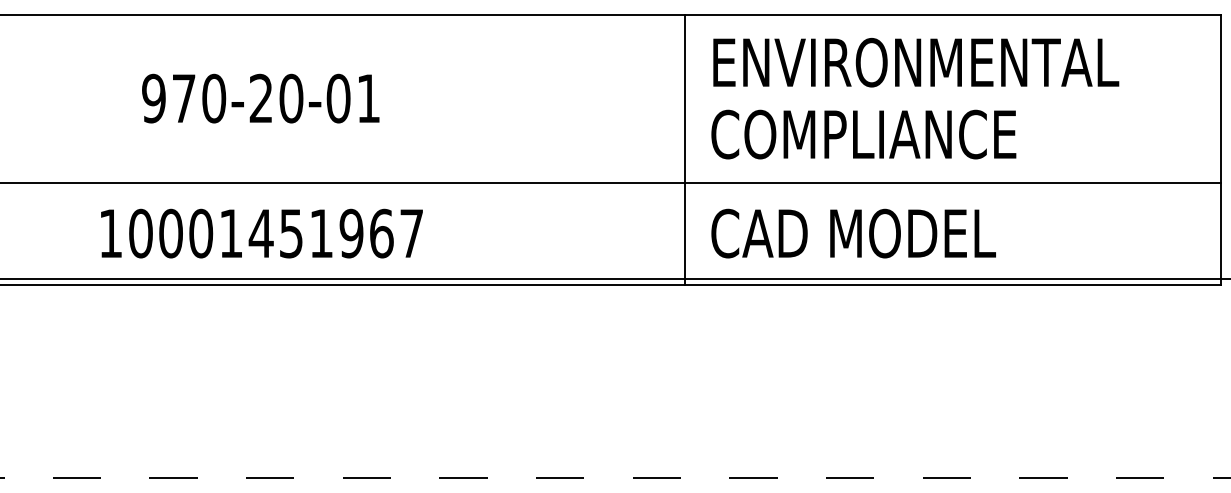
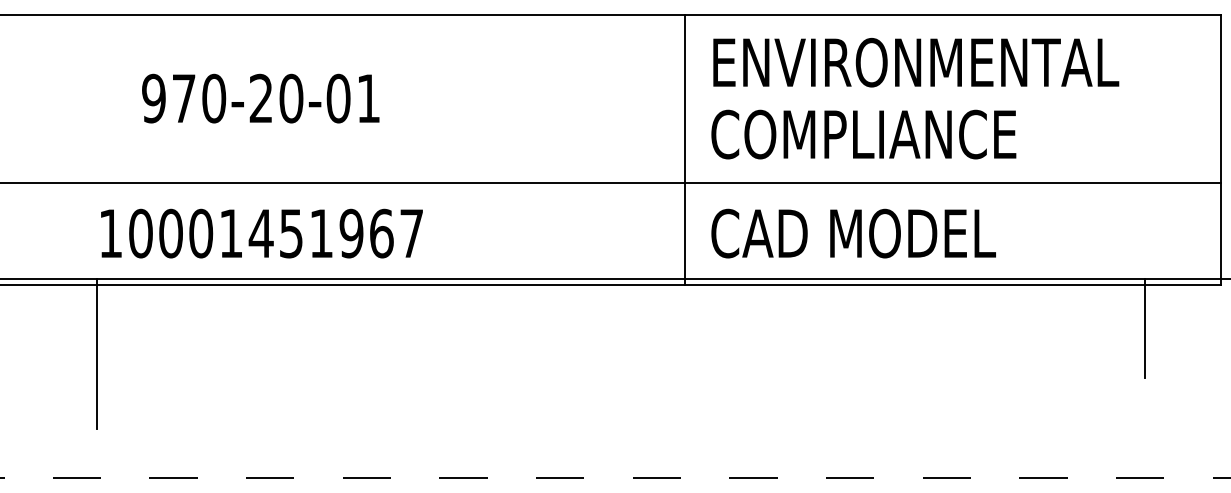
line at (1145, 328): none -> present
line at (97, 353): none -> present
